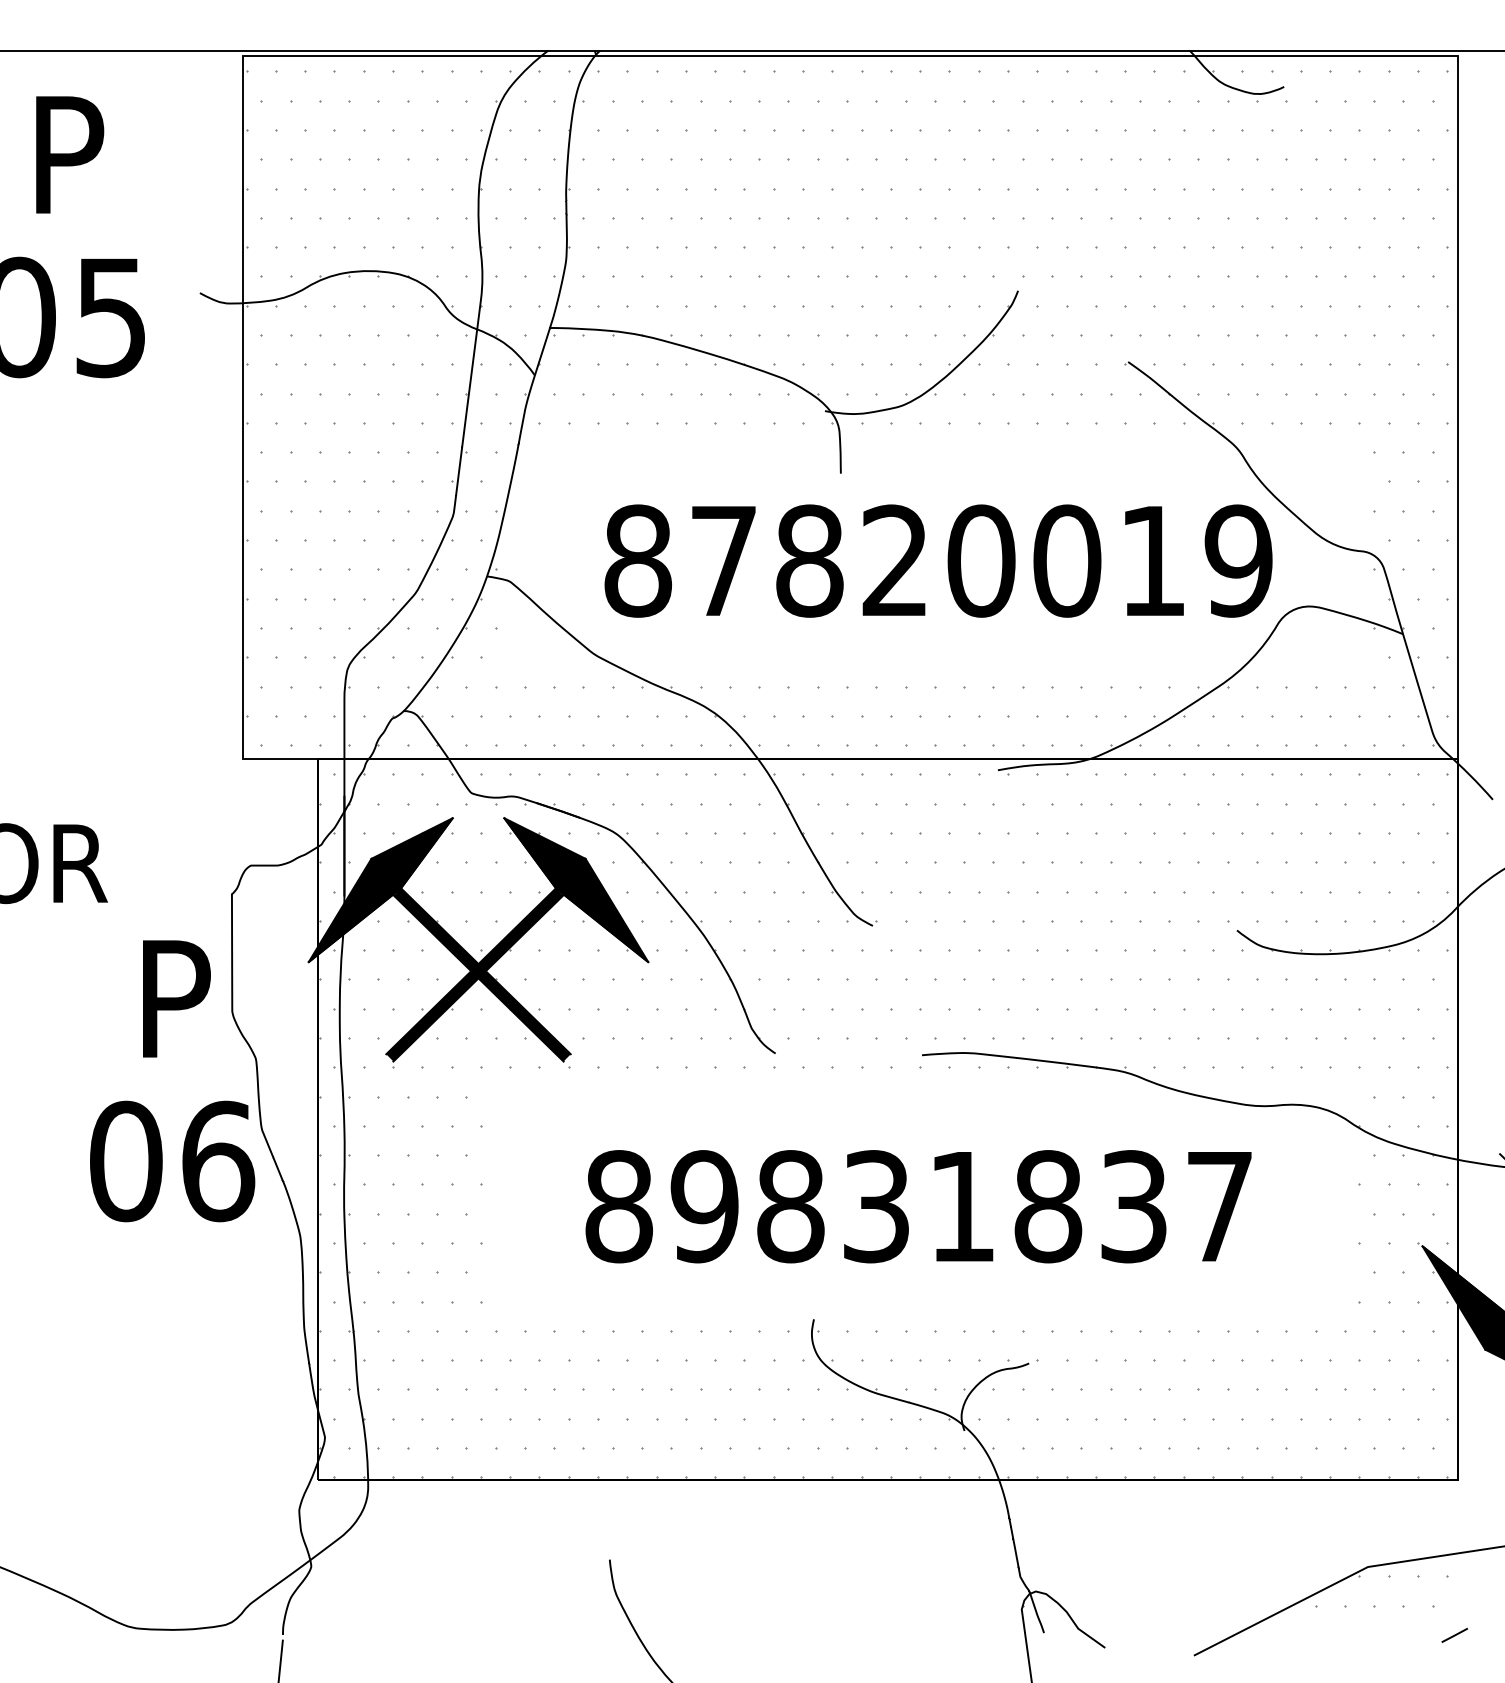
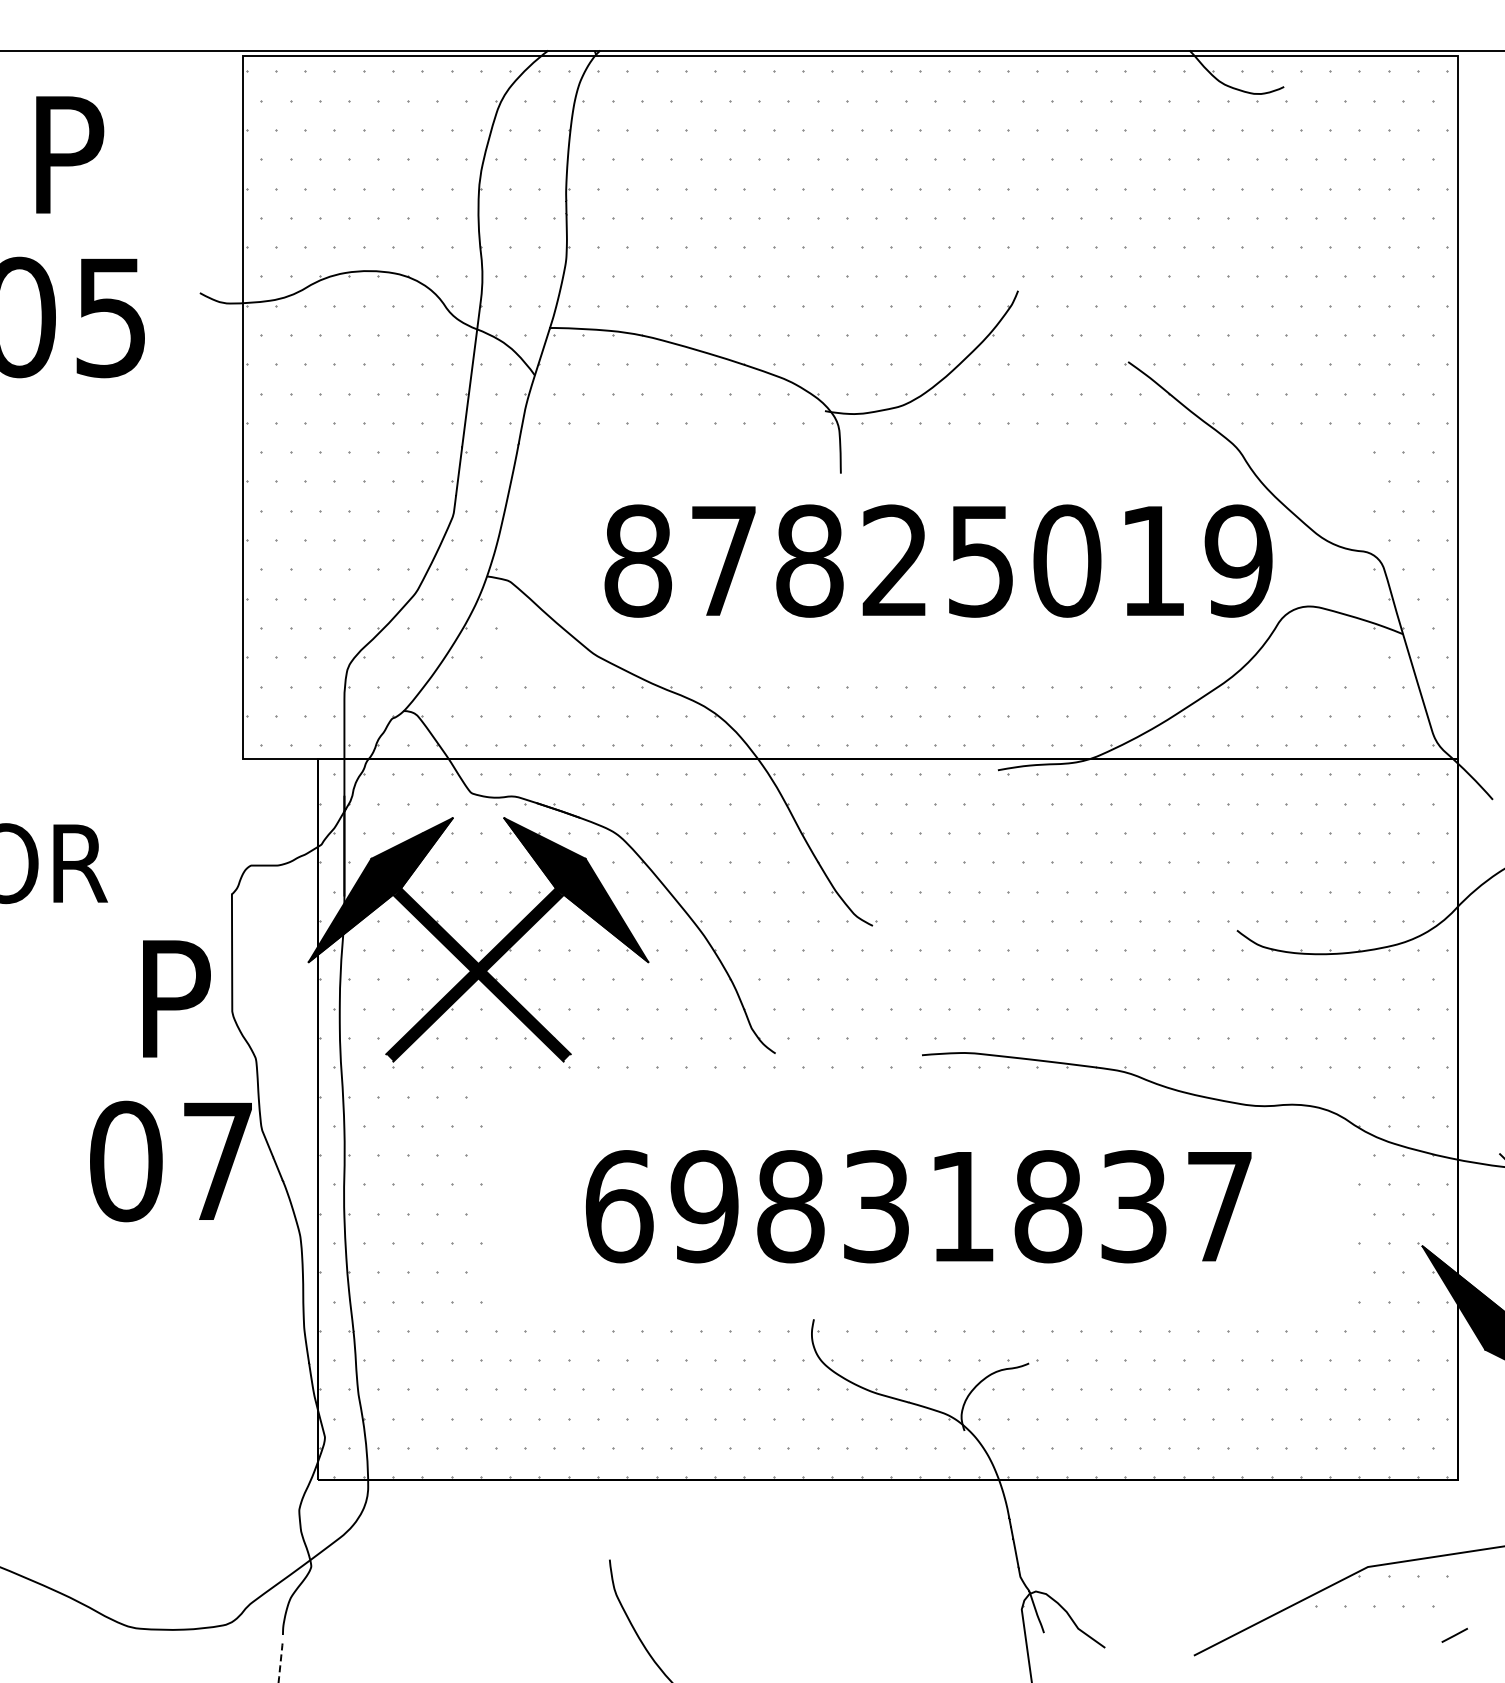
text at (981, 560): 87820019 -> 87825019
text at (218, 1161): 06 -> 07
text at (619, 1206): 89831837 -> 69831837
line at (280, 1661): solid -> dashed
